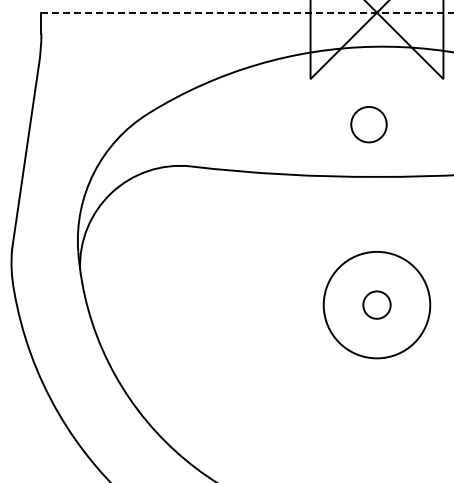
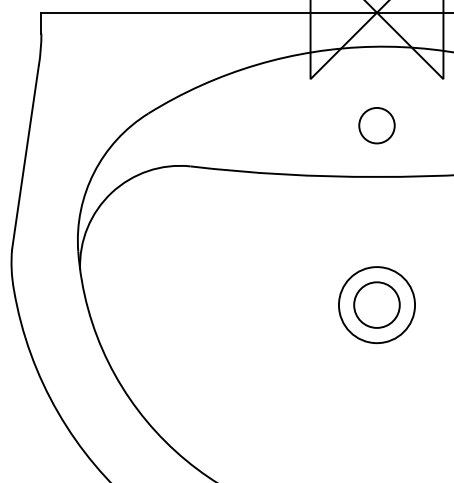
line at (248, 12): dashed -> solid
circle at (368, 124) position: (368, 124) -> (376, 125)
circle at (376, 304) diameter: 107 px -> 76 px
circle at (376, 304) diameter: 27 px -> 46 px
